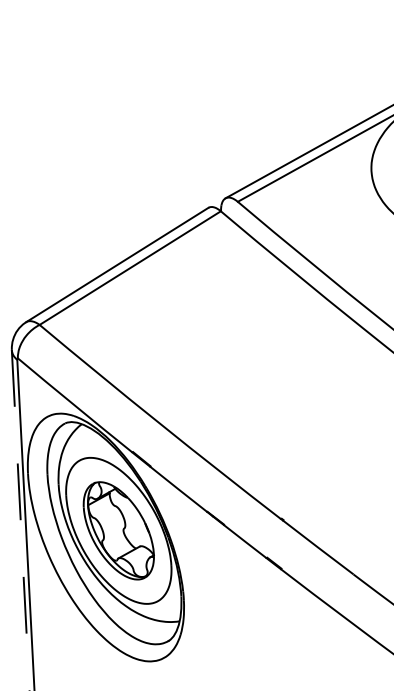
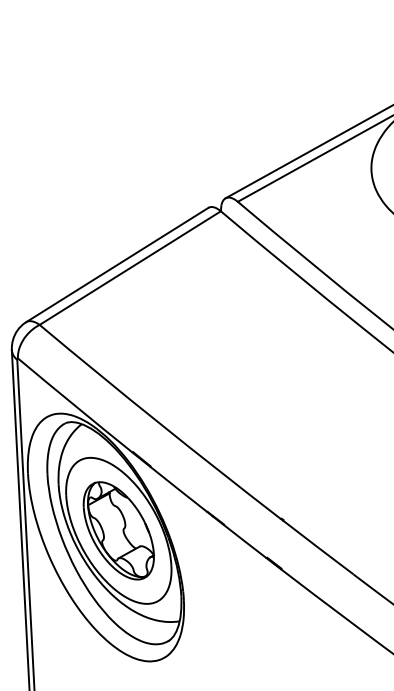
line at (20, 520): dashed -> solid
